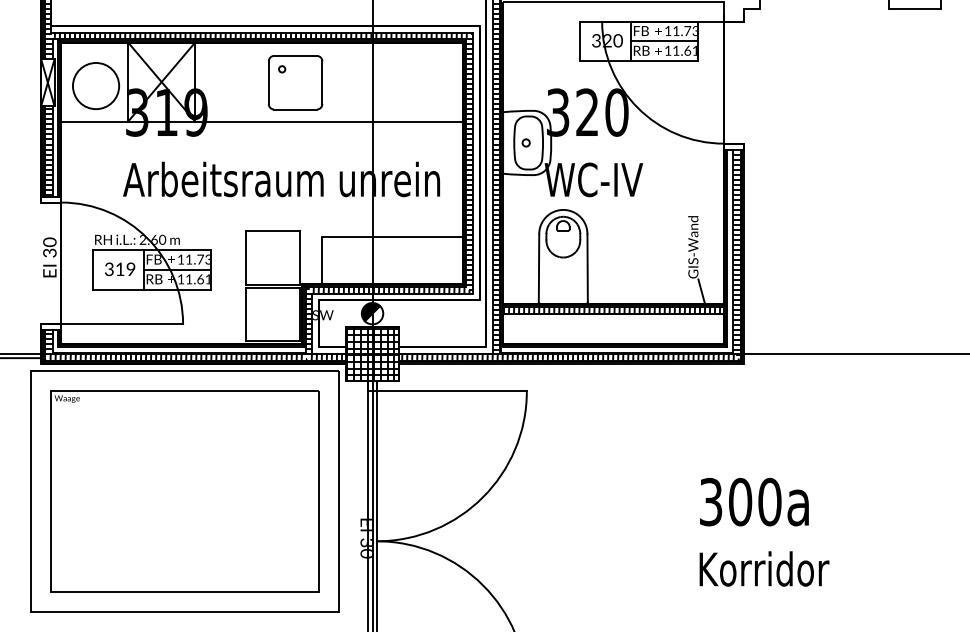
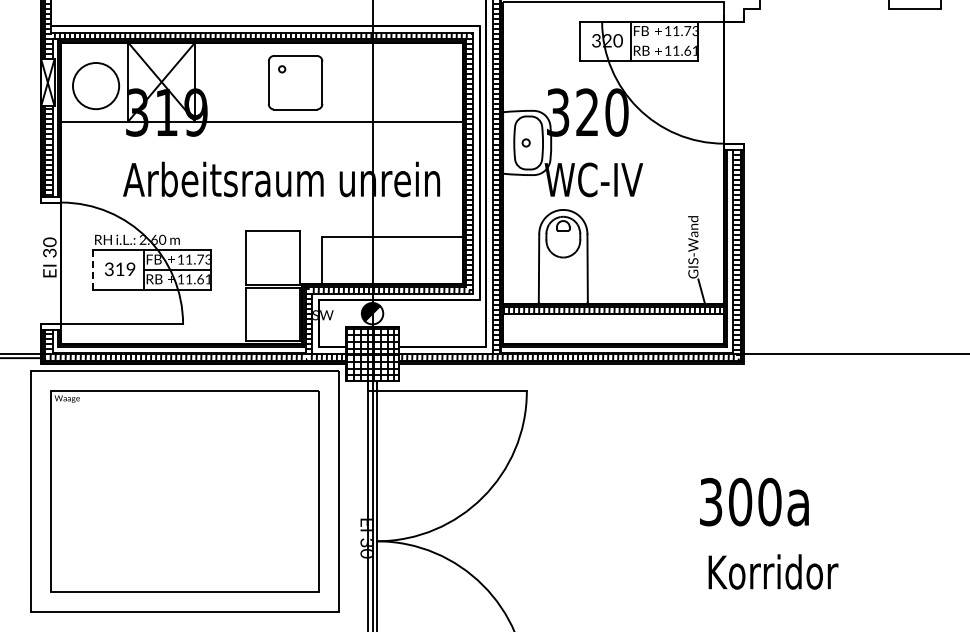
line at (664, 41): present -> none
line at (92, 269): solid -> dashed
text at (764, 568) position: (764, 568) -> (773, 571)
